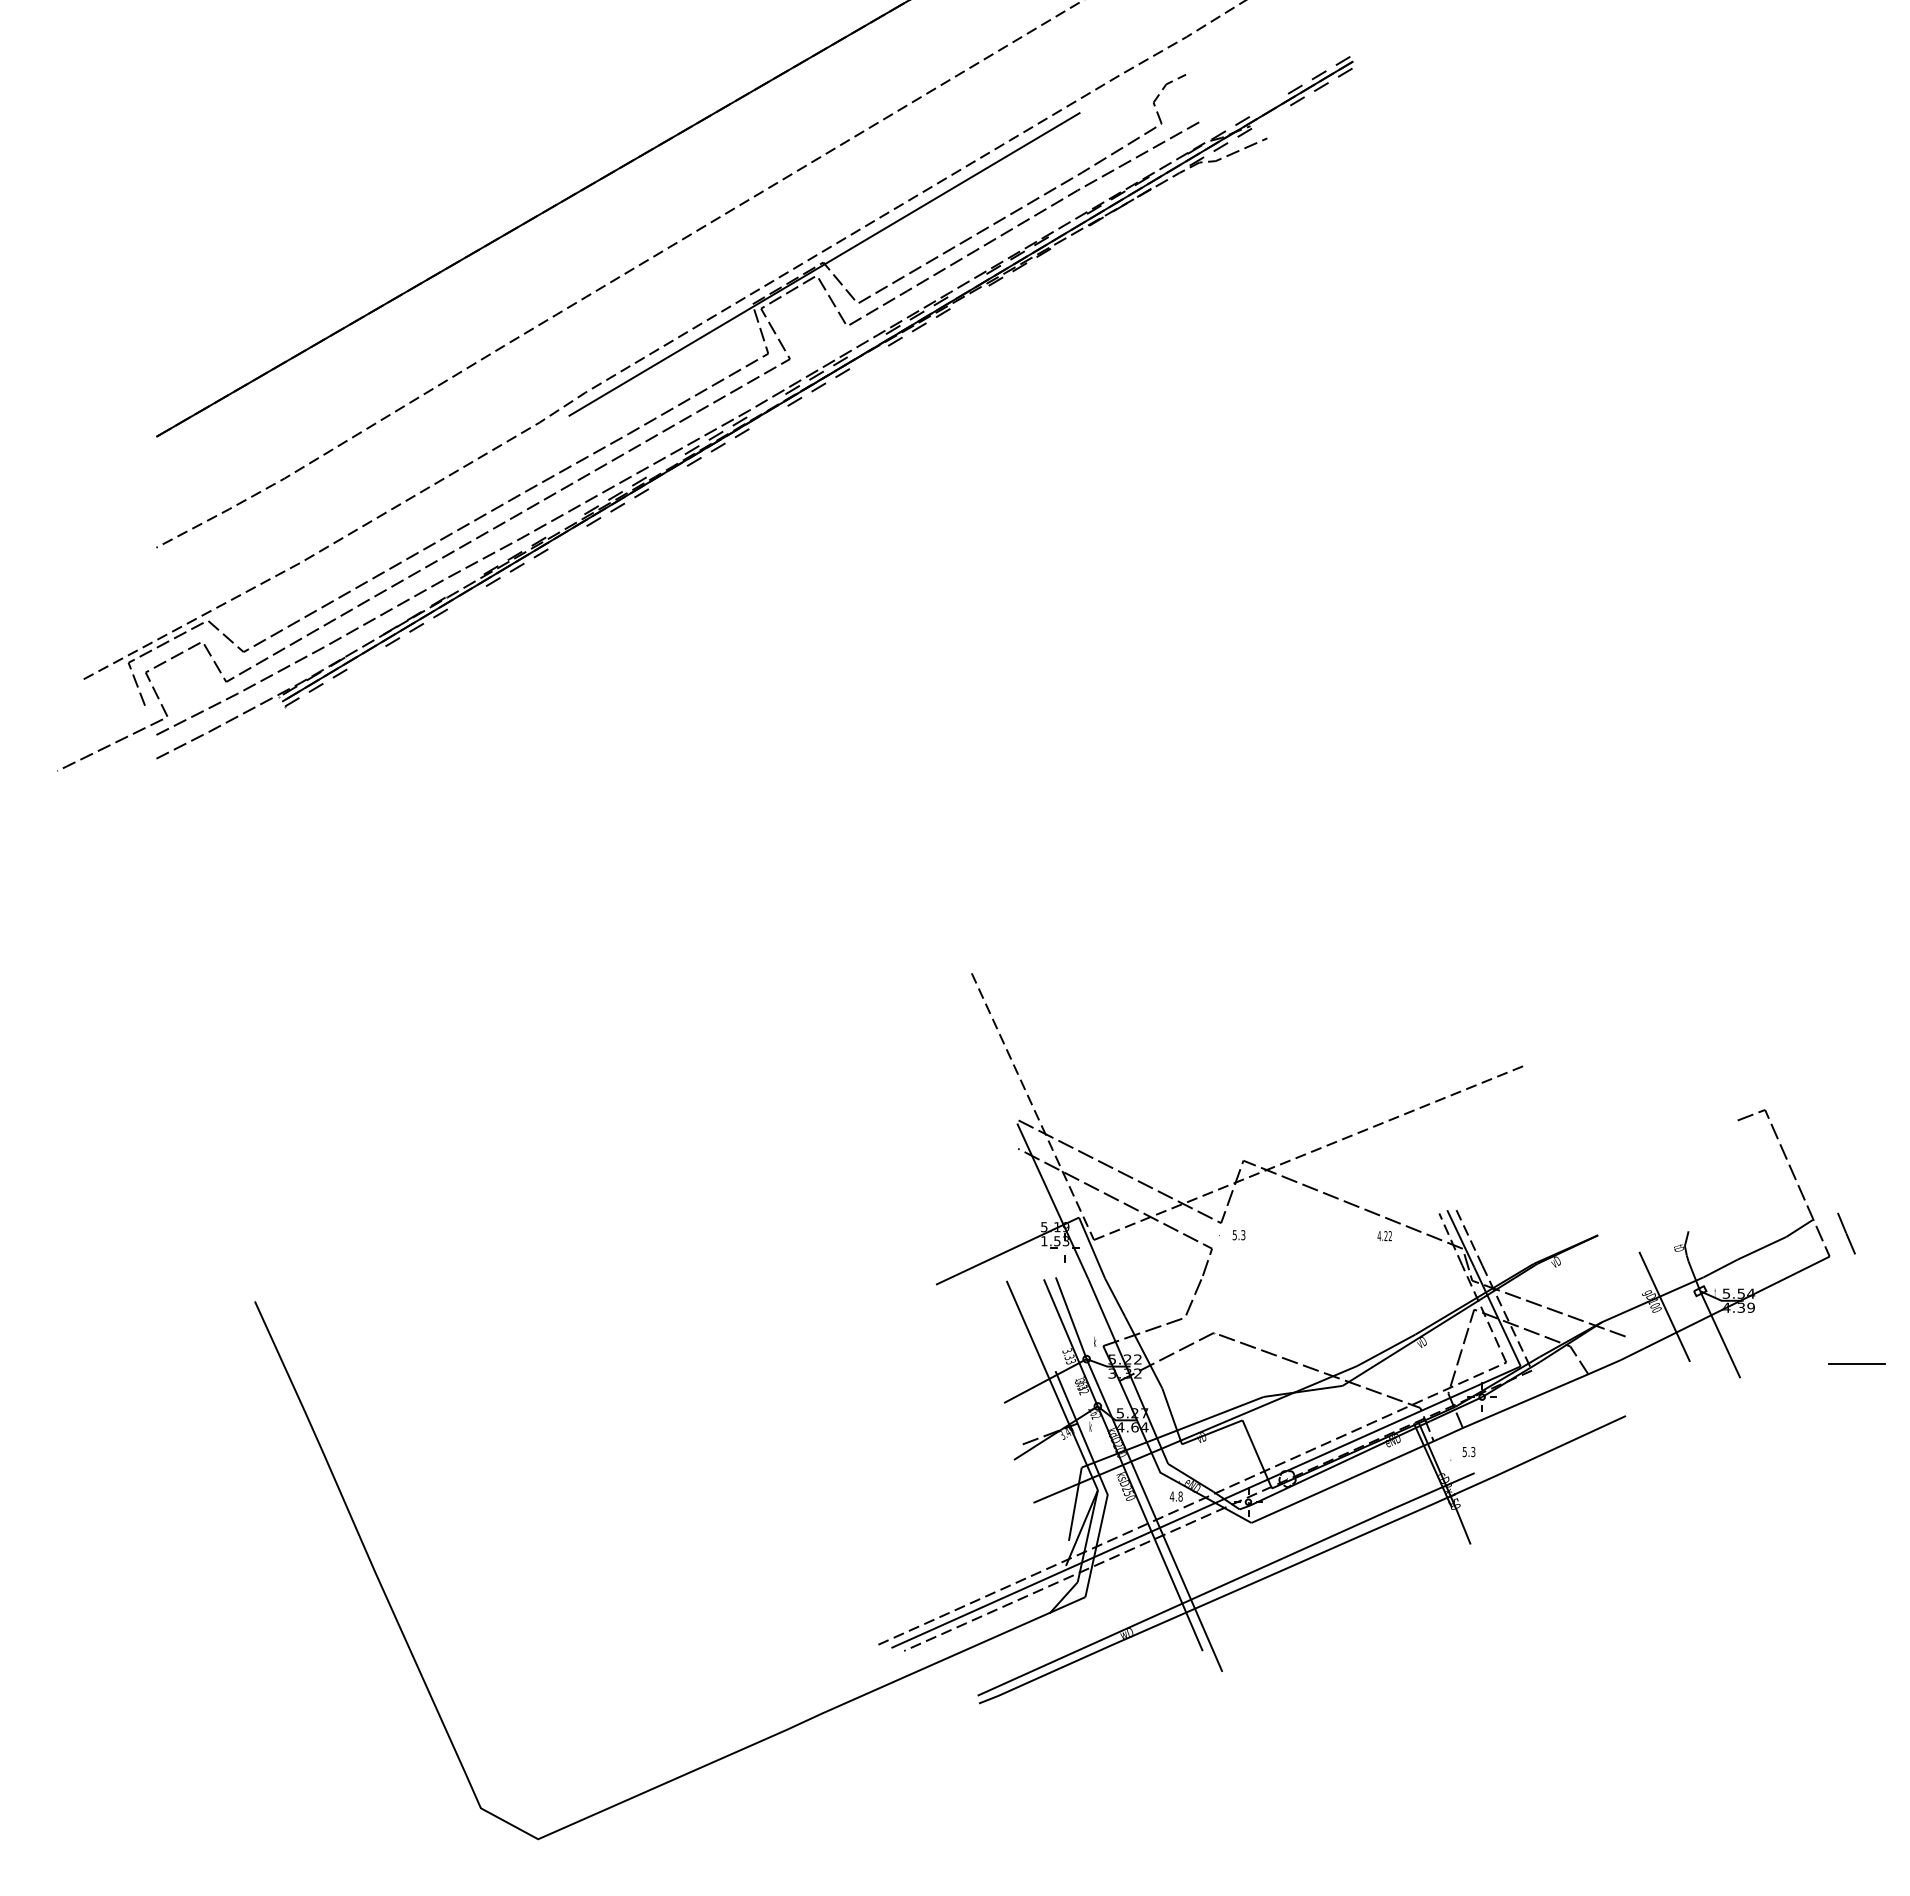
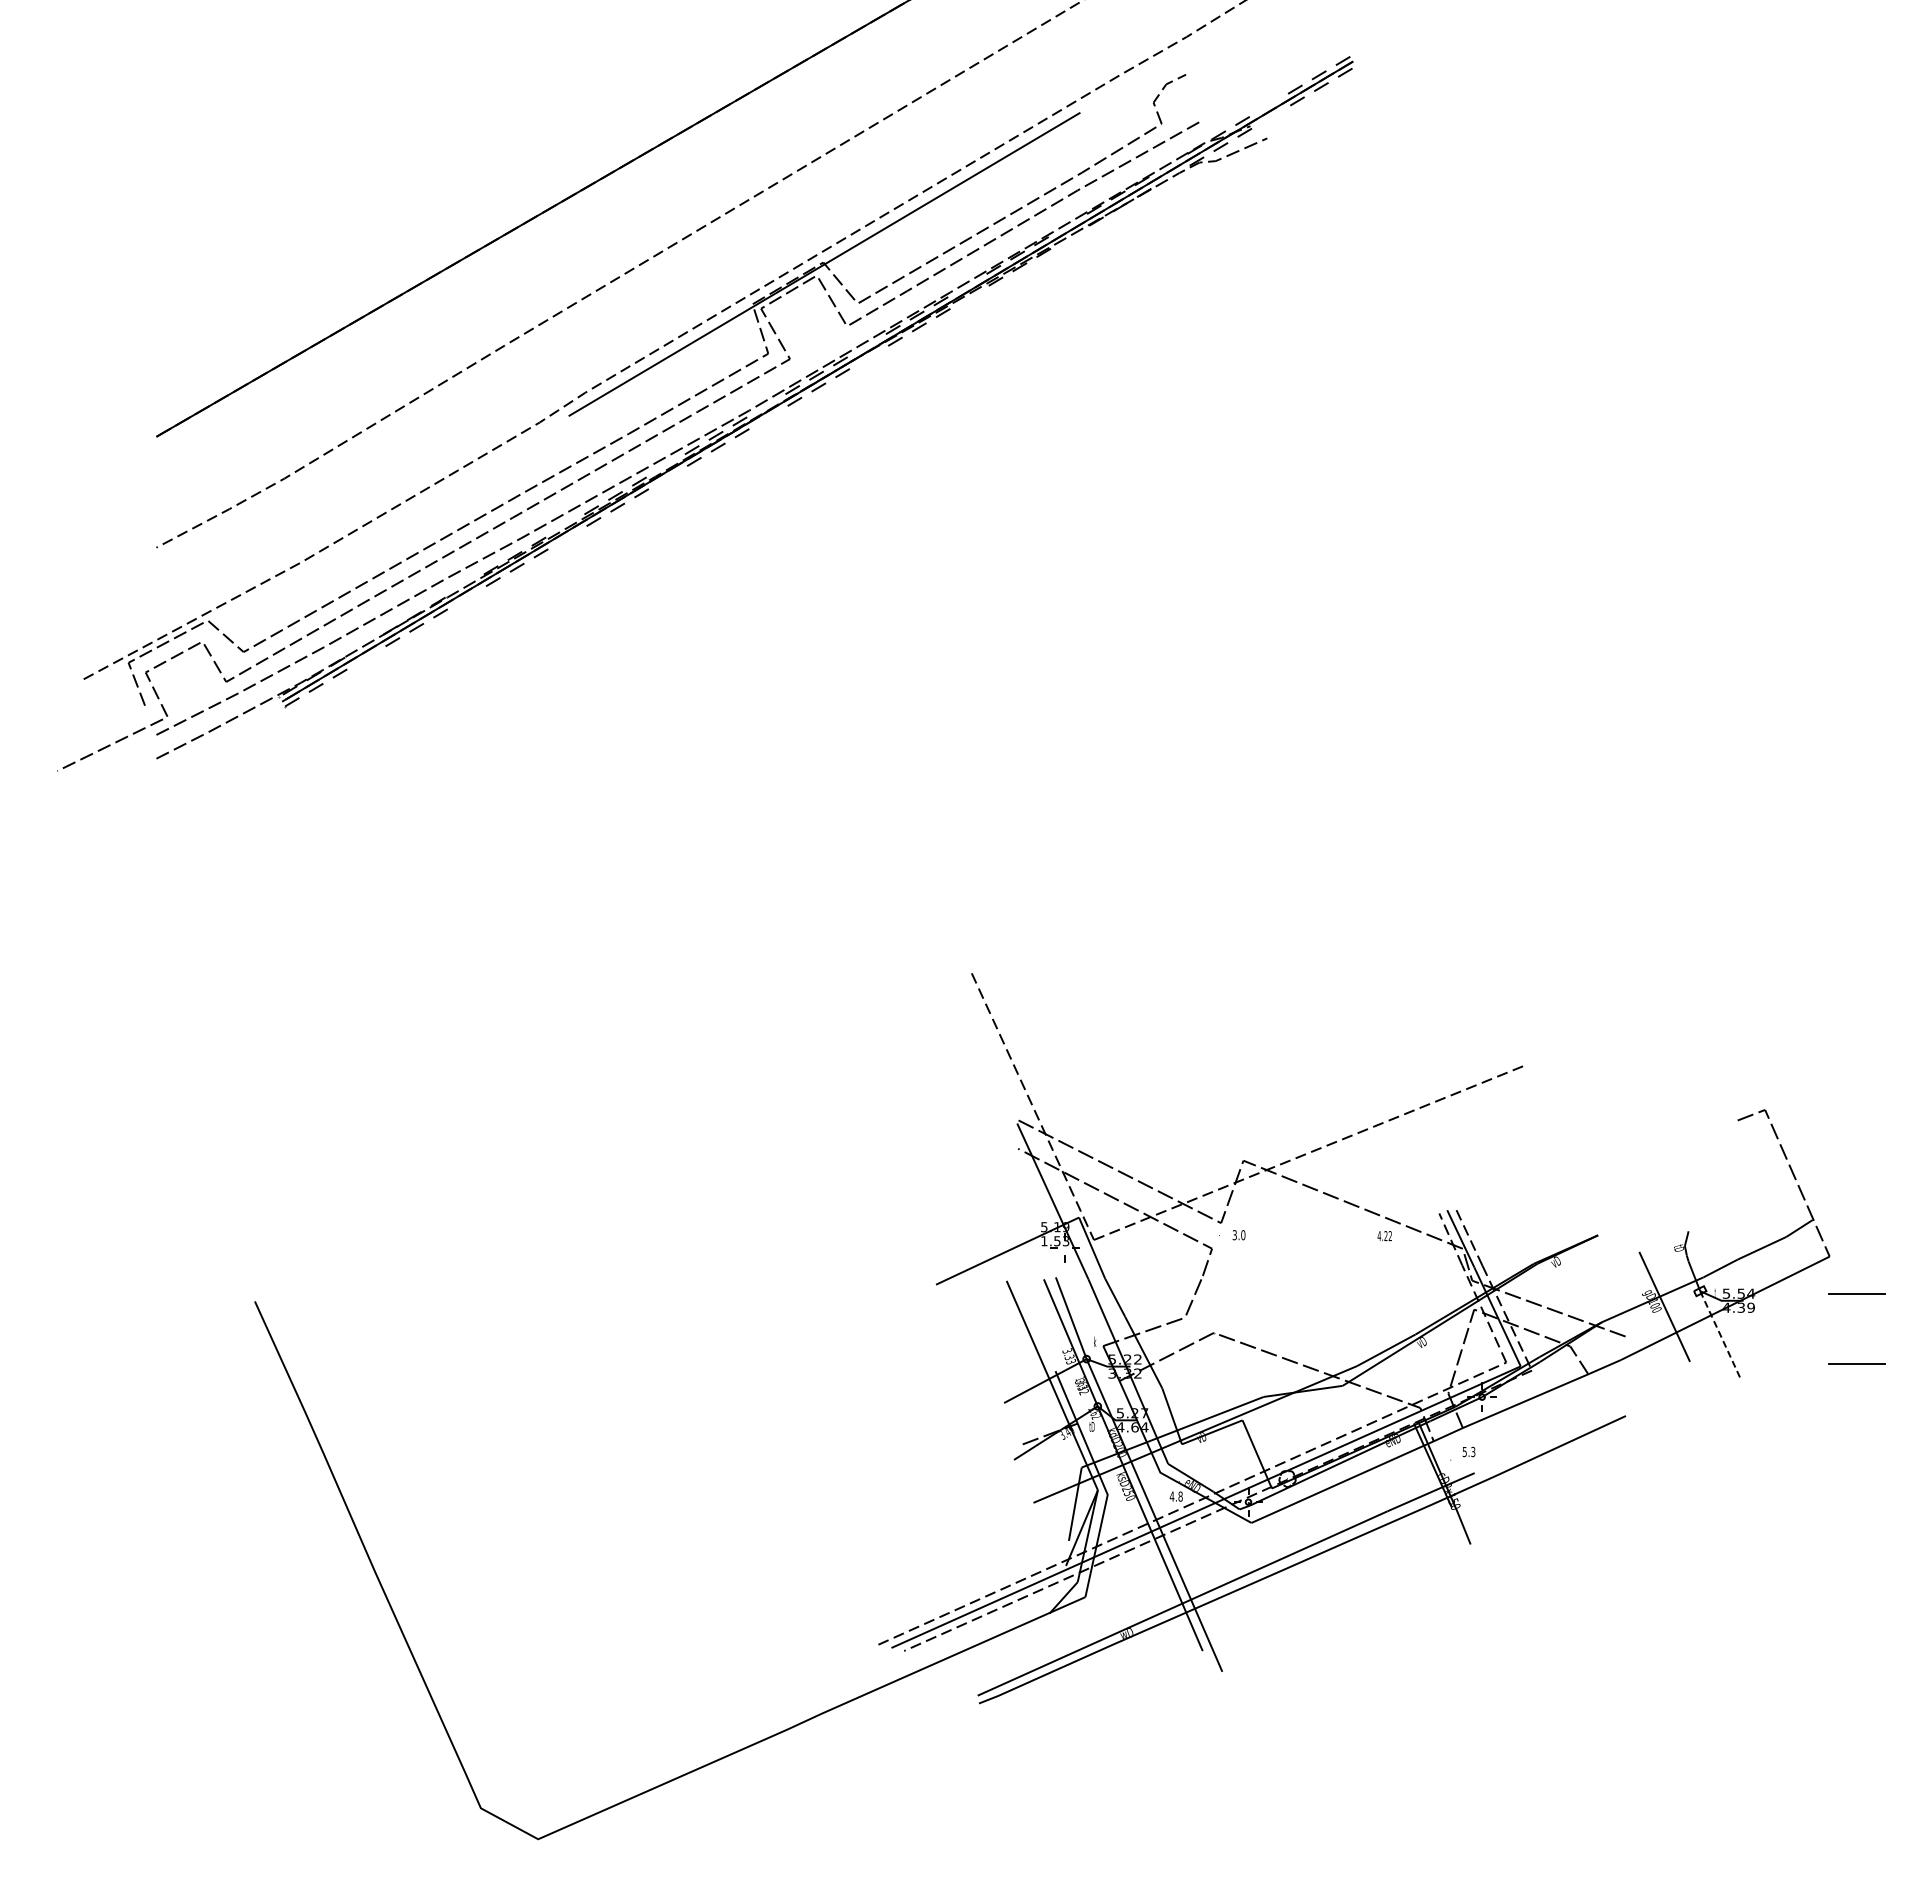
line at (1846, 1233): present -> none
text at (1239, 1235): 5.3 -> 3.0
line at (1856, 1293): none -> present
line at (1720, 1334): solid -> dashed
text at (1091, 1426): k -> tD
